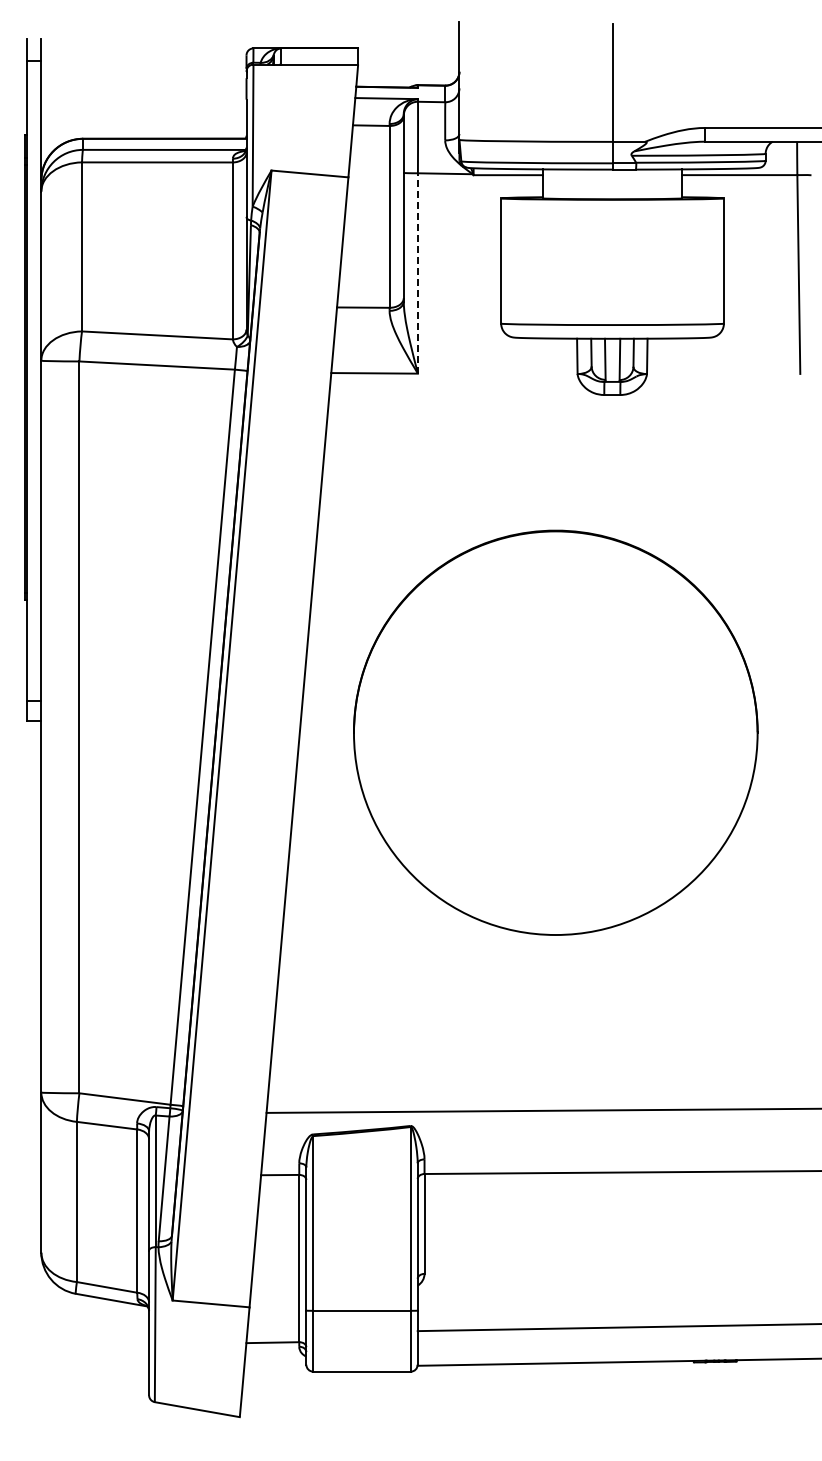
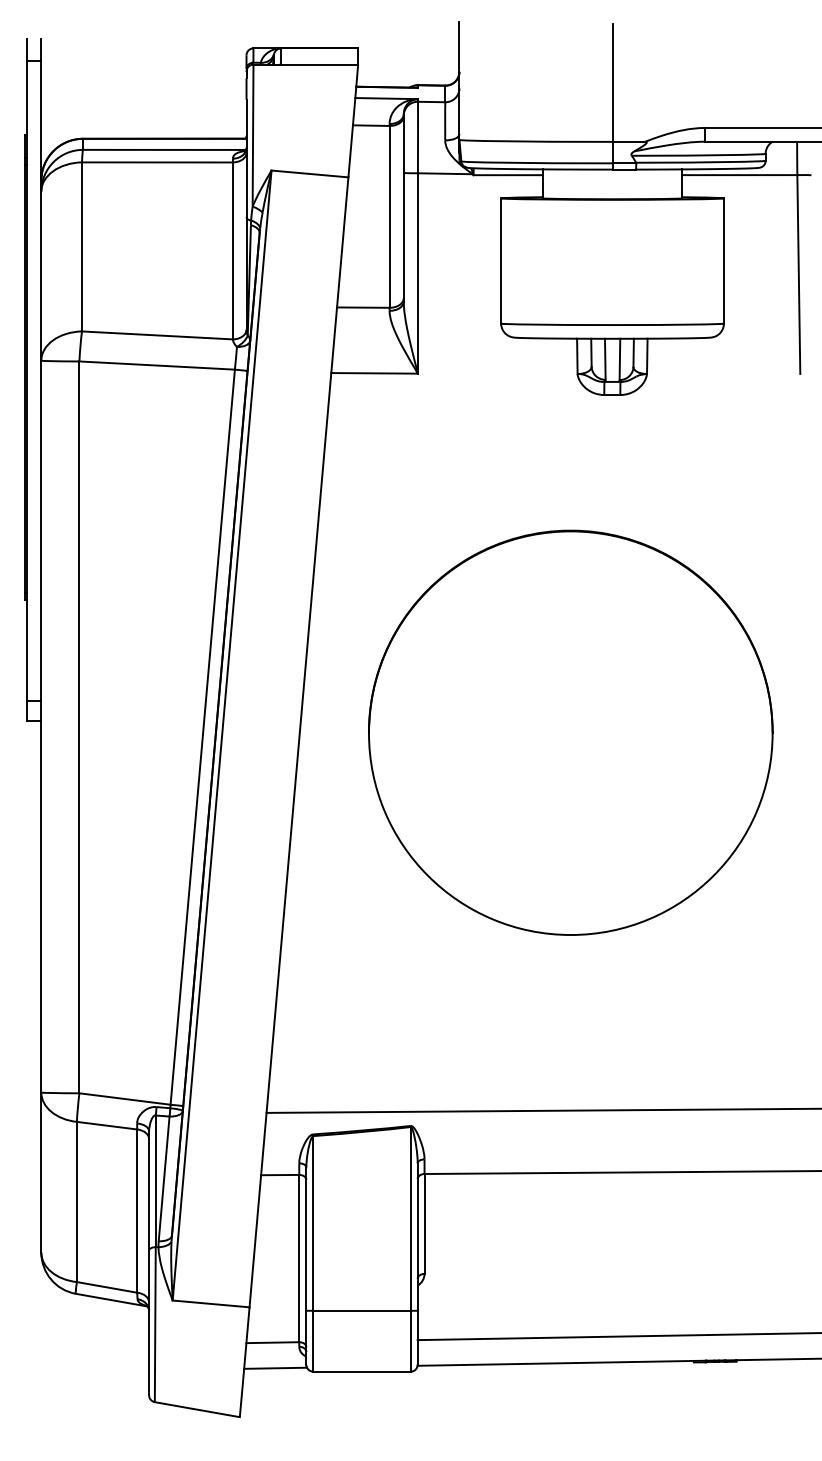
line at (417, 272): dashed -> solid
part at (555, 732) position: (555, 732) -> (570, 732)
line at (617, 1327) position: (617, 1327) -> (617, 1336)
line at (275, 1367): none -> present
